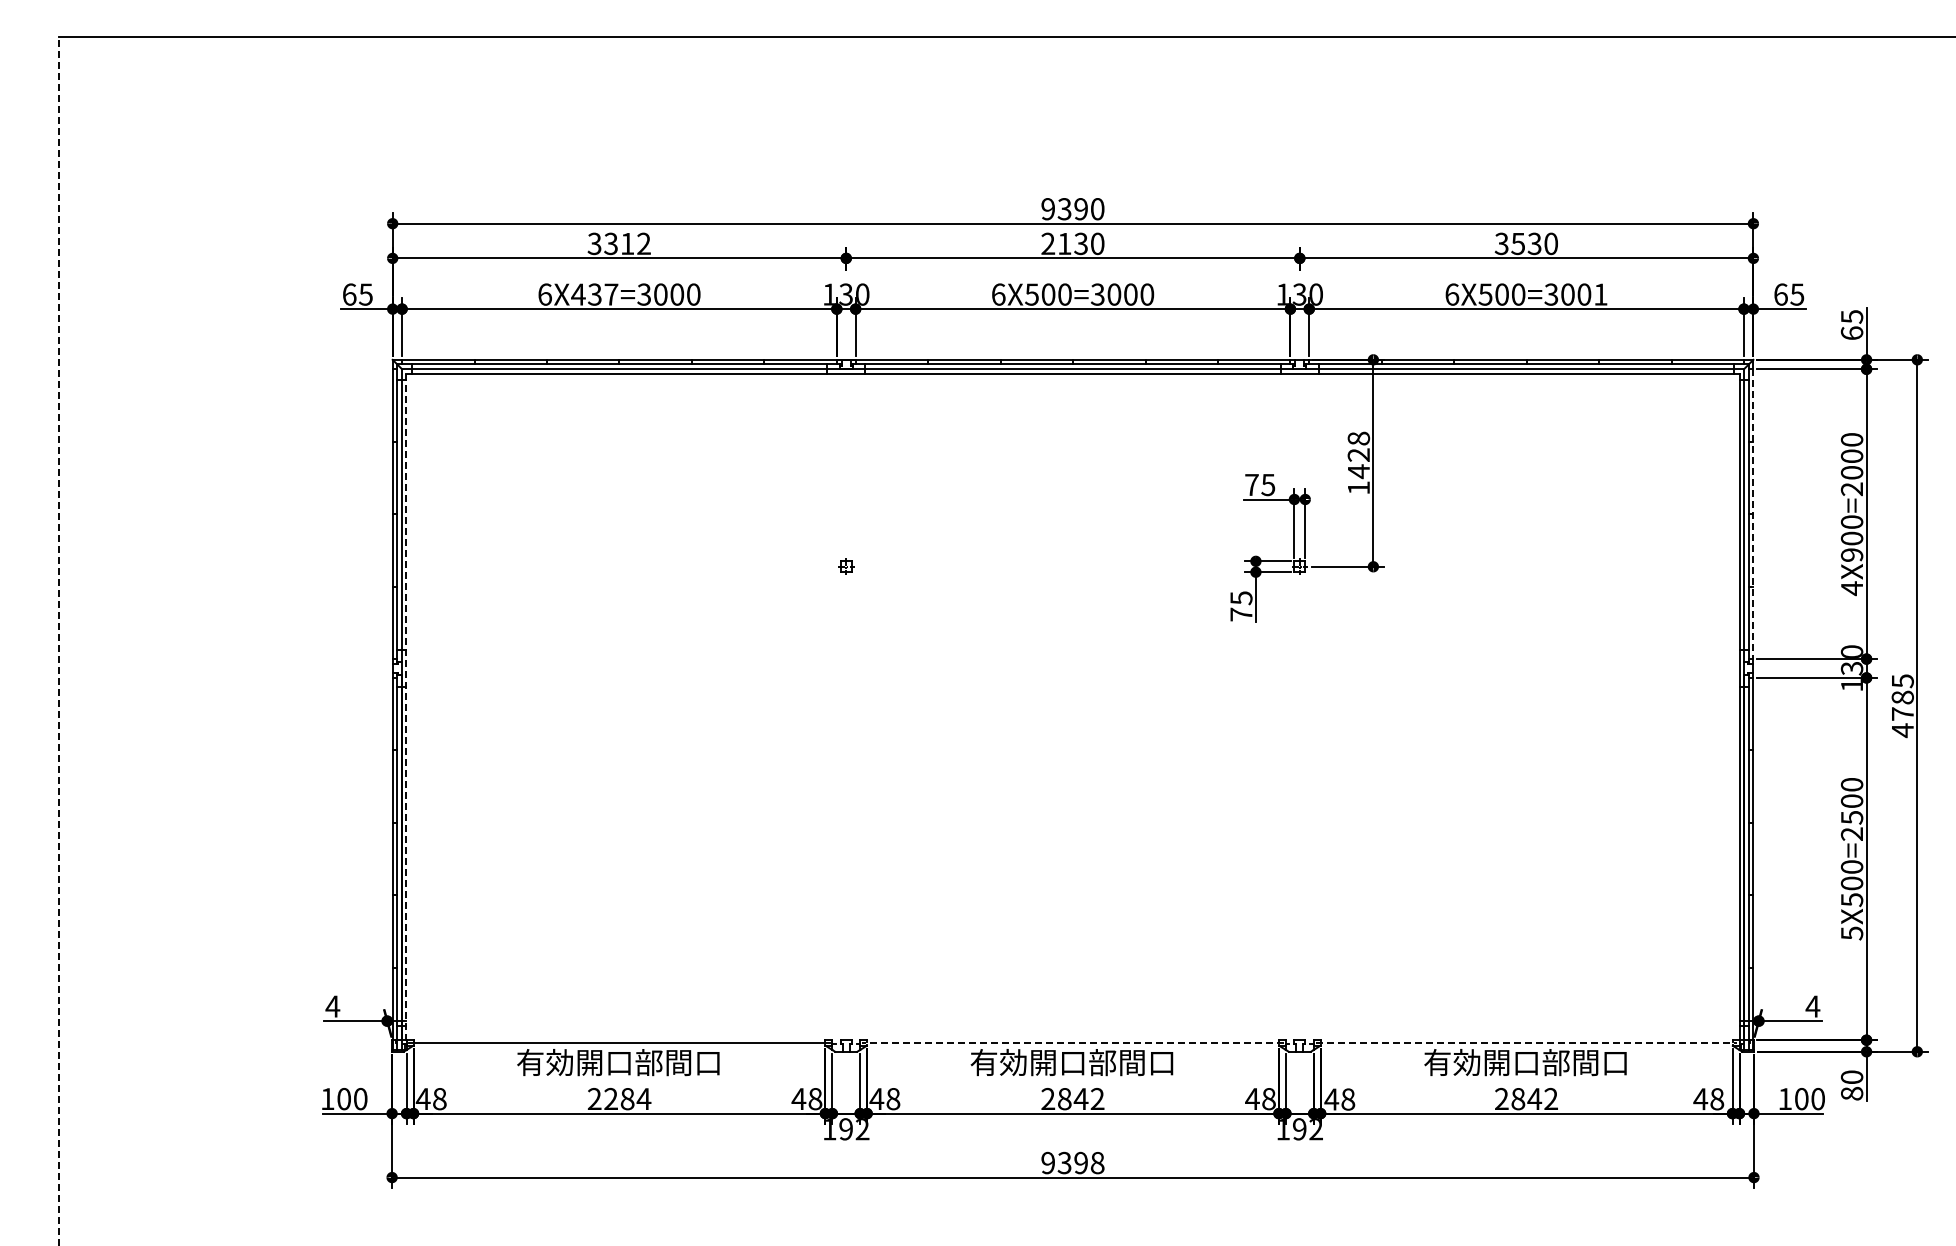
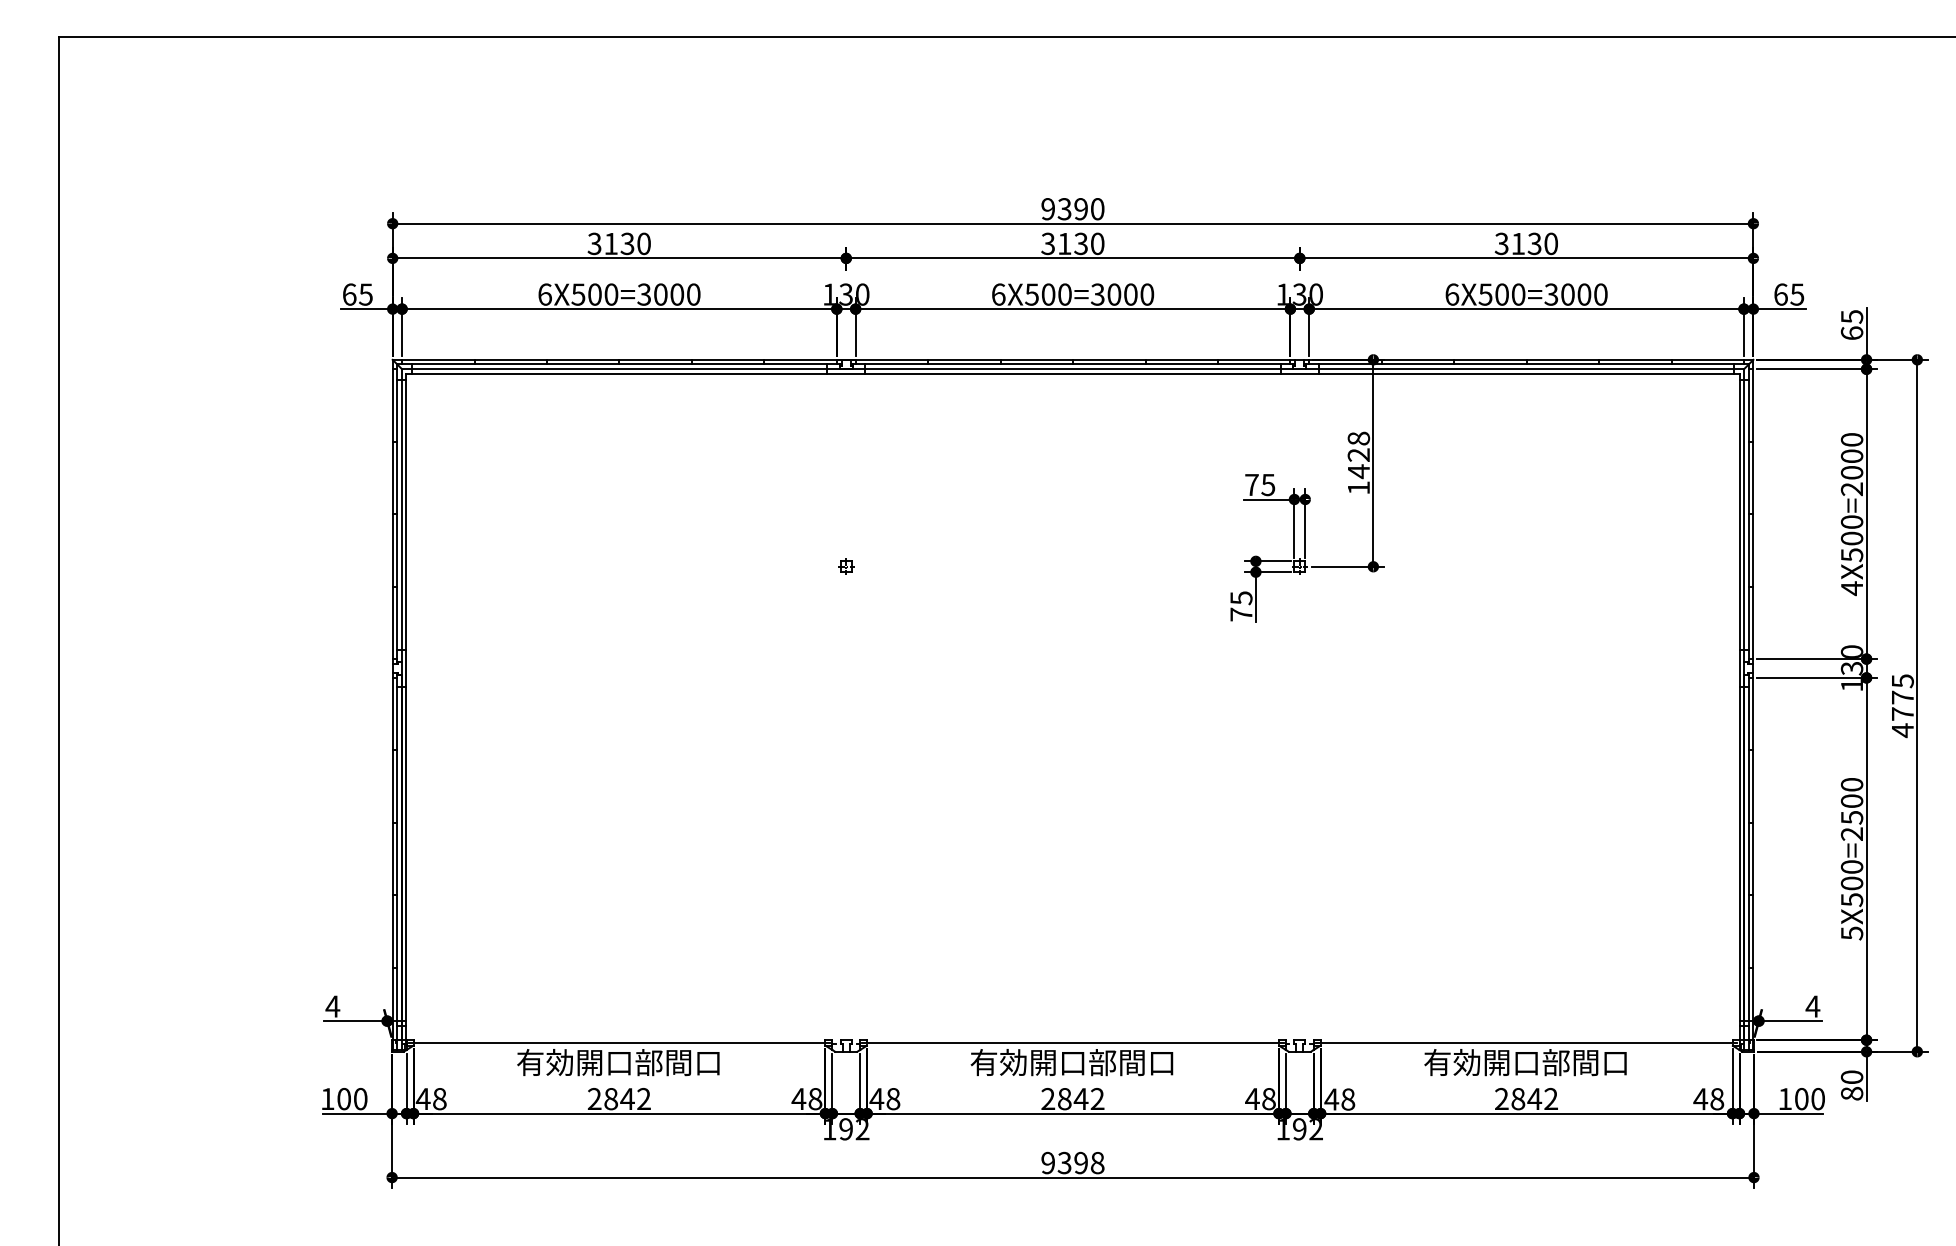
text at (627, 243): 3312 -> 3130
text at (1048, 244): 2130 -> 3130
text at (1517, 244): 3530 -> 3130
text at (594, 294): 6X437=3000 -> 6X500=3000
text at (1600, 294): 6X500=3001 -> 6X500=3000
line at (1753, 514): dashed -> solid
text at (1851, 555): 4X900=2000 -> 4X500=2000
line at (58, 641): dashed -> solid
text at (1902, 697): 4785 -> 4775
line at (406, 709): dashed -> solid
line at (1073, 1043): dashed -> solid
line at (1526, 1043): dashed -> solid
text at (627, 1098): 2284 -> 2842
